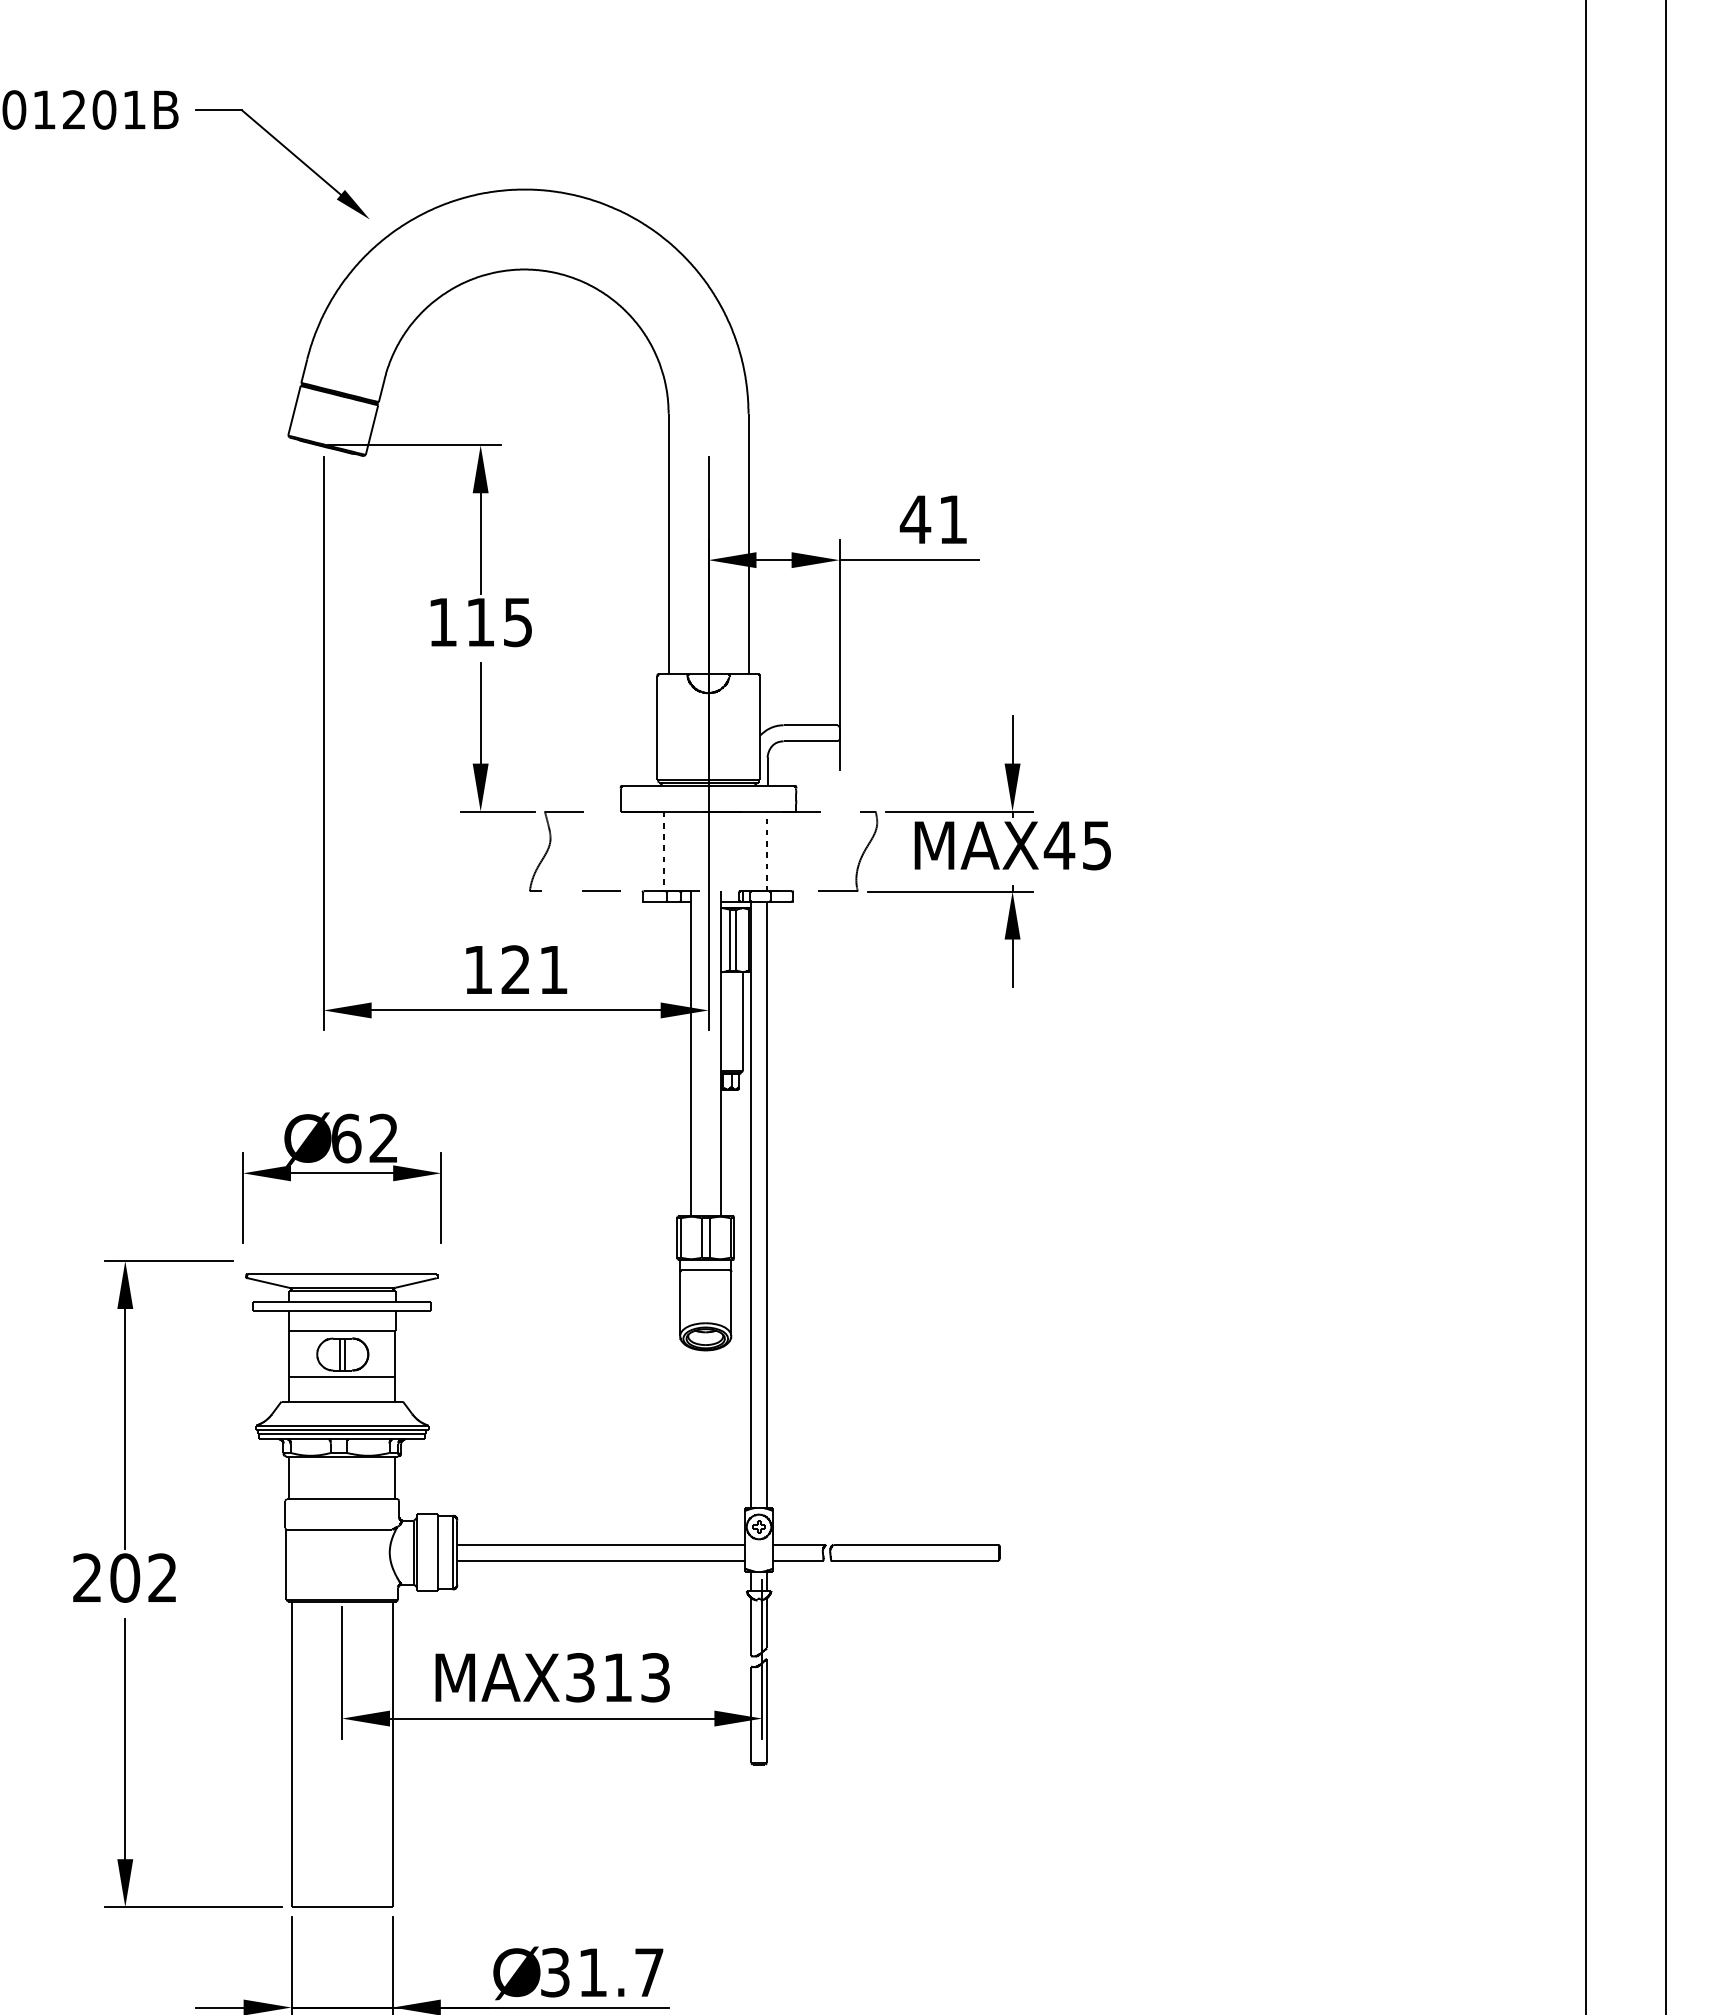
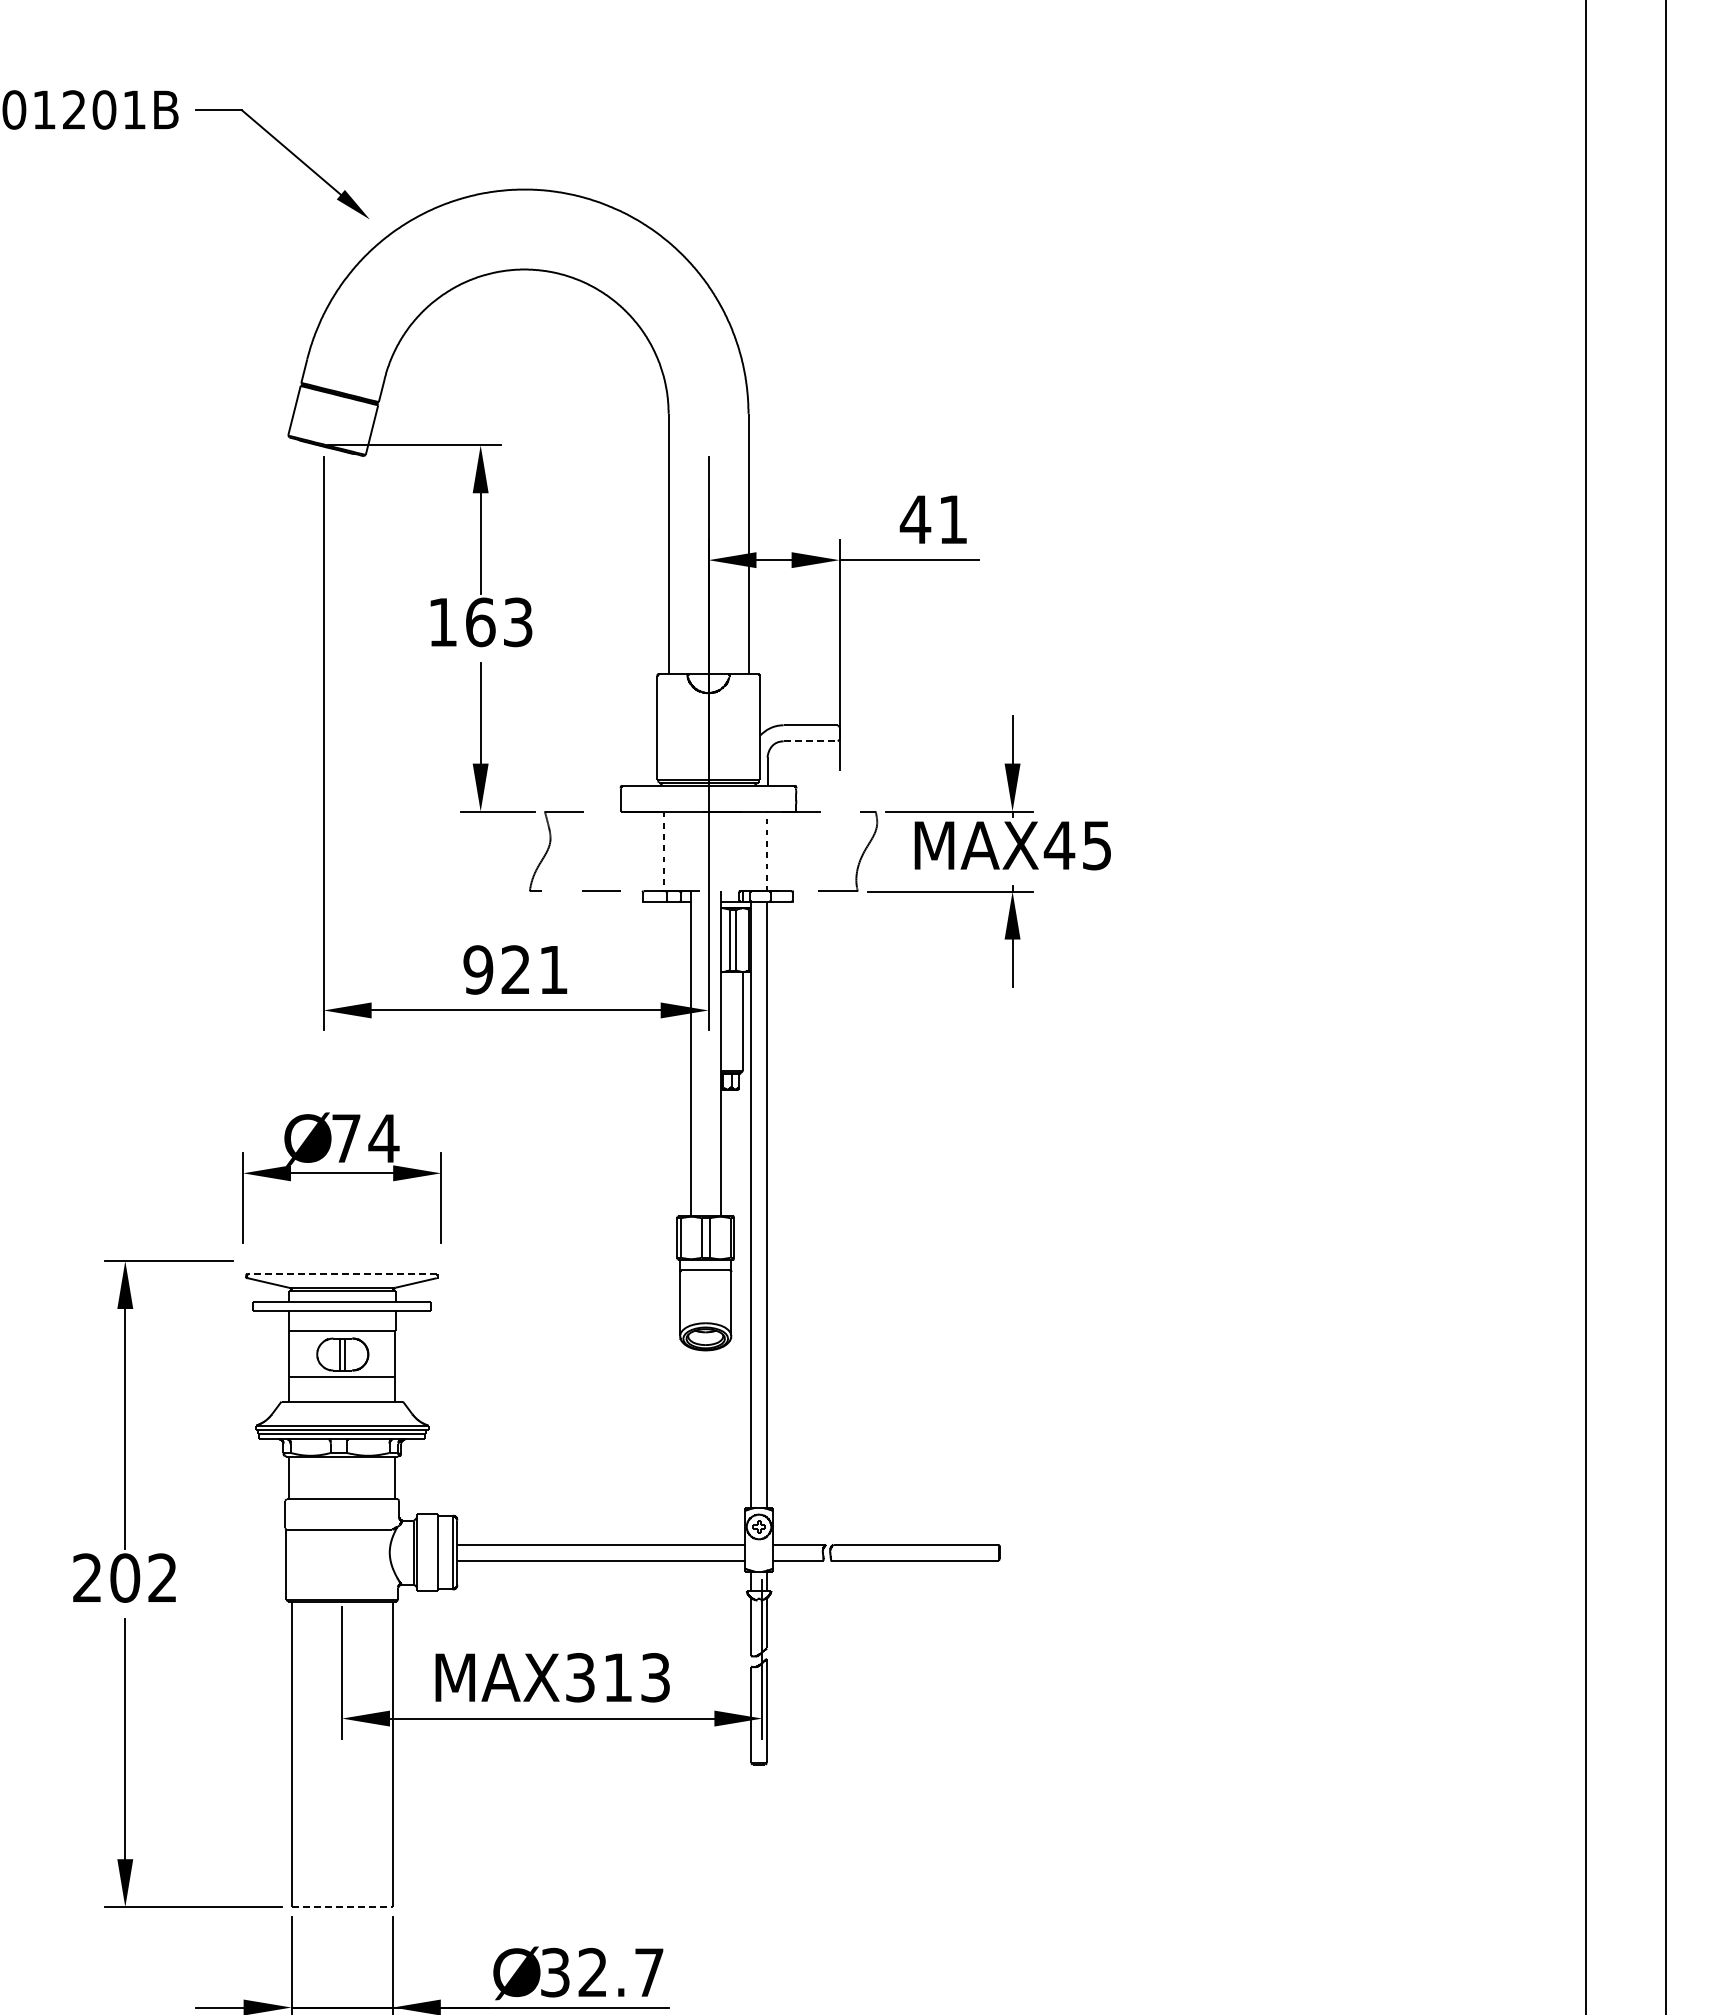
text at (499, 622): 115 -> 163
line at (811, 741): solid -> dashed
text at (478, 969): 121 -> 921
text at (365, 1138): 62 -> 74
line at (341, 1274): solid -> dashed
line at (342, 1907): solid -> dashed
text at (592, 1971): 31.7 -> 32.7
